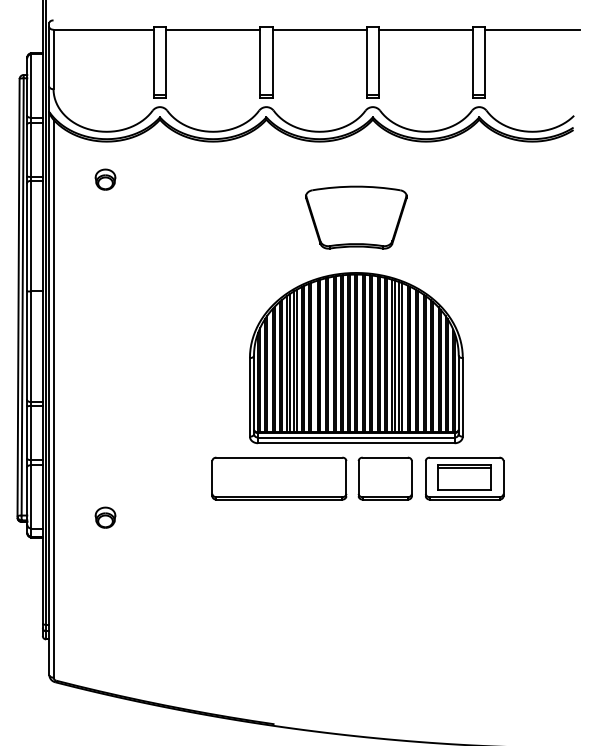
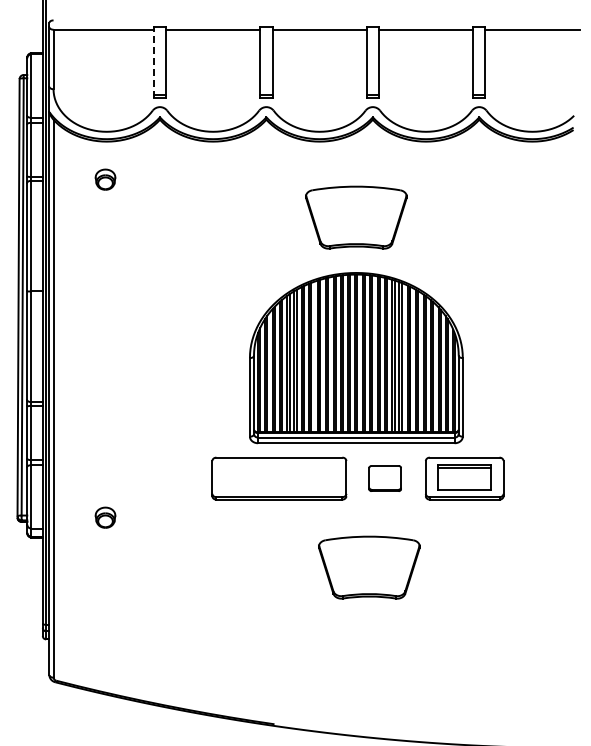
line at (153, 63): solid -> dashed
part at (384, 478) size: 56x45 px -> 34x27 px
part at (369, 567): none -> present
